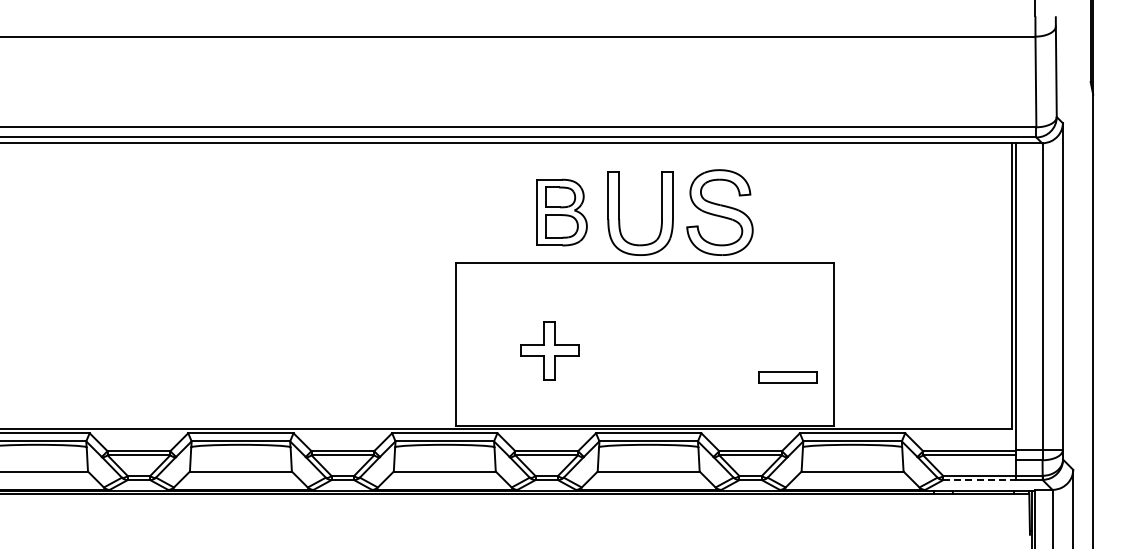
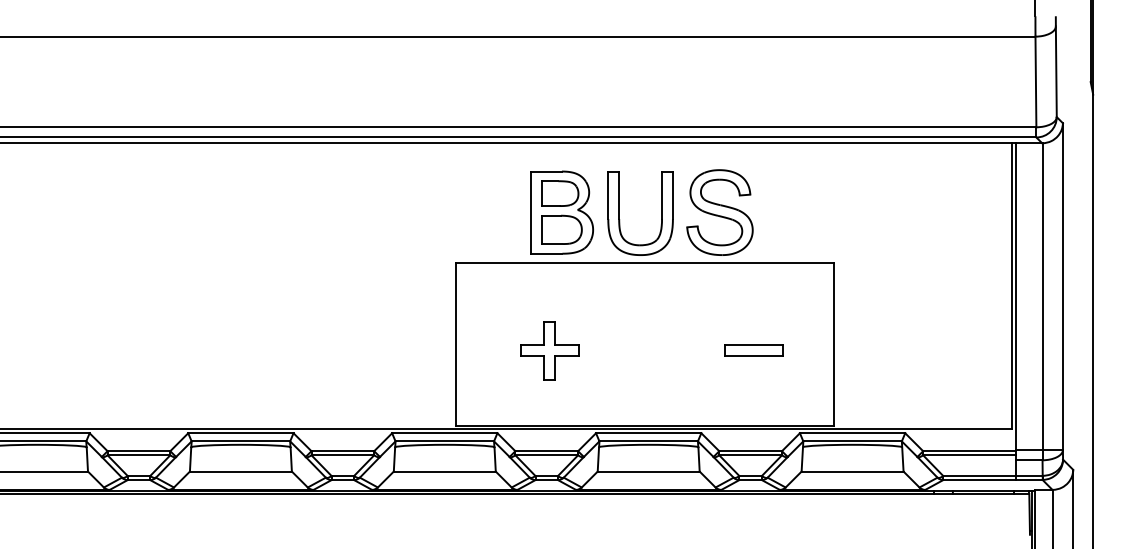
part at (561, 212) size: 52x69 px -> 64x85 px
part at (787, 377) position: (787, 377) -> (753, 350)
line at (979, 480): dashed -> solid
